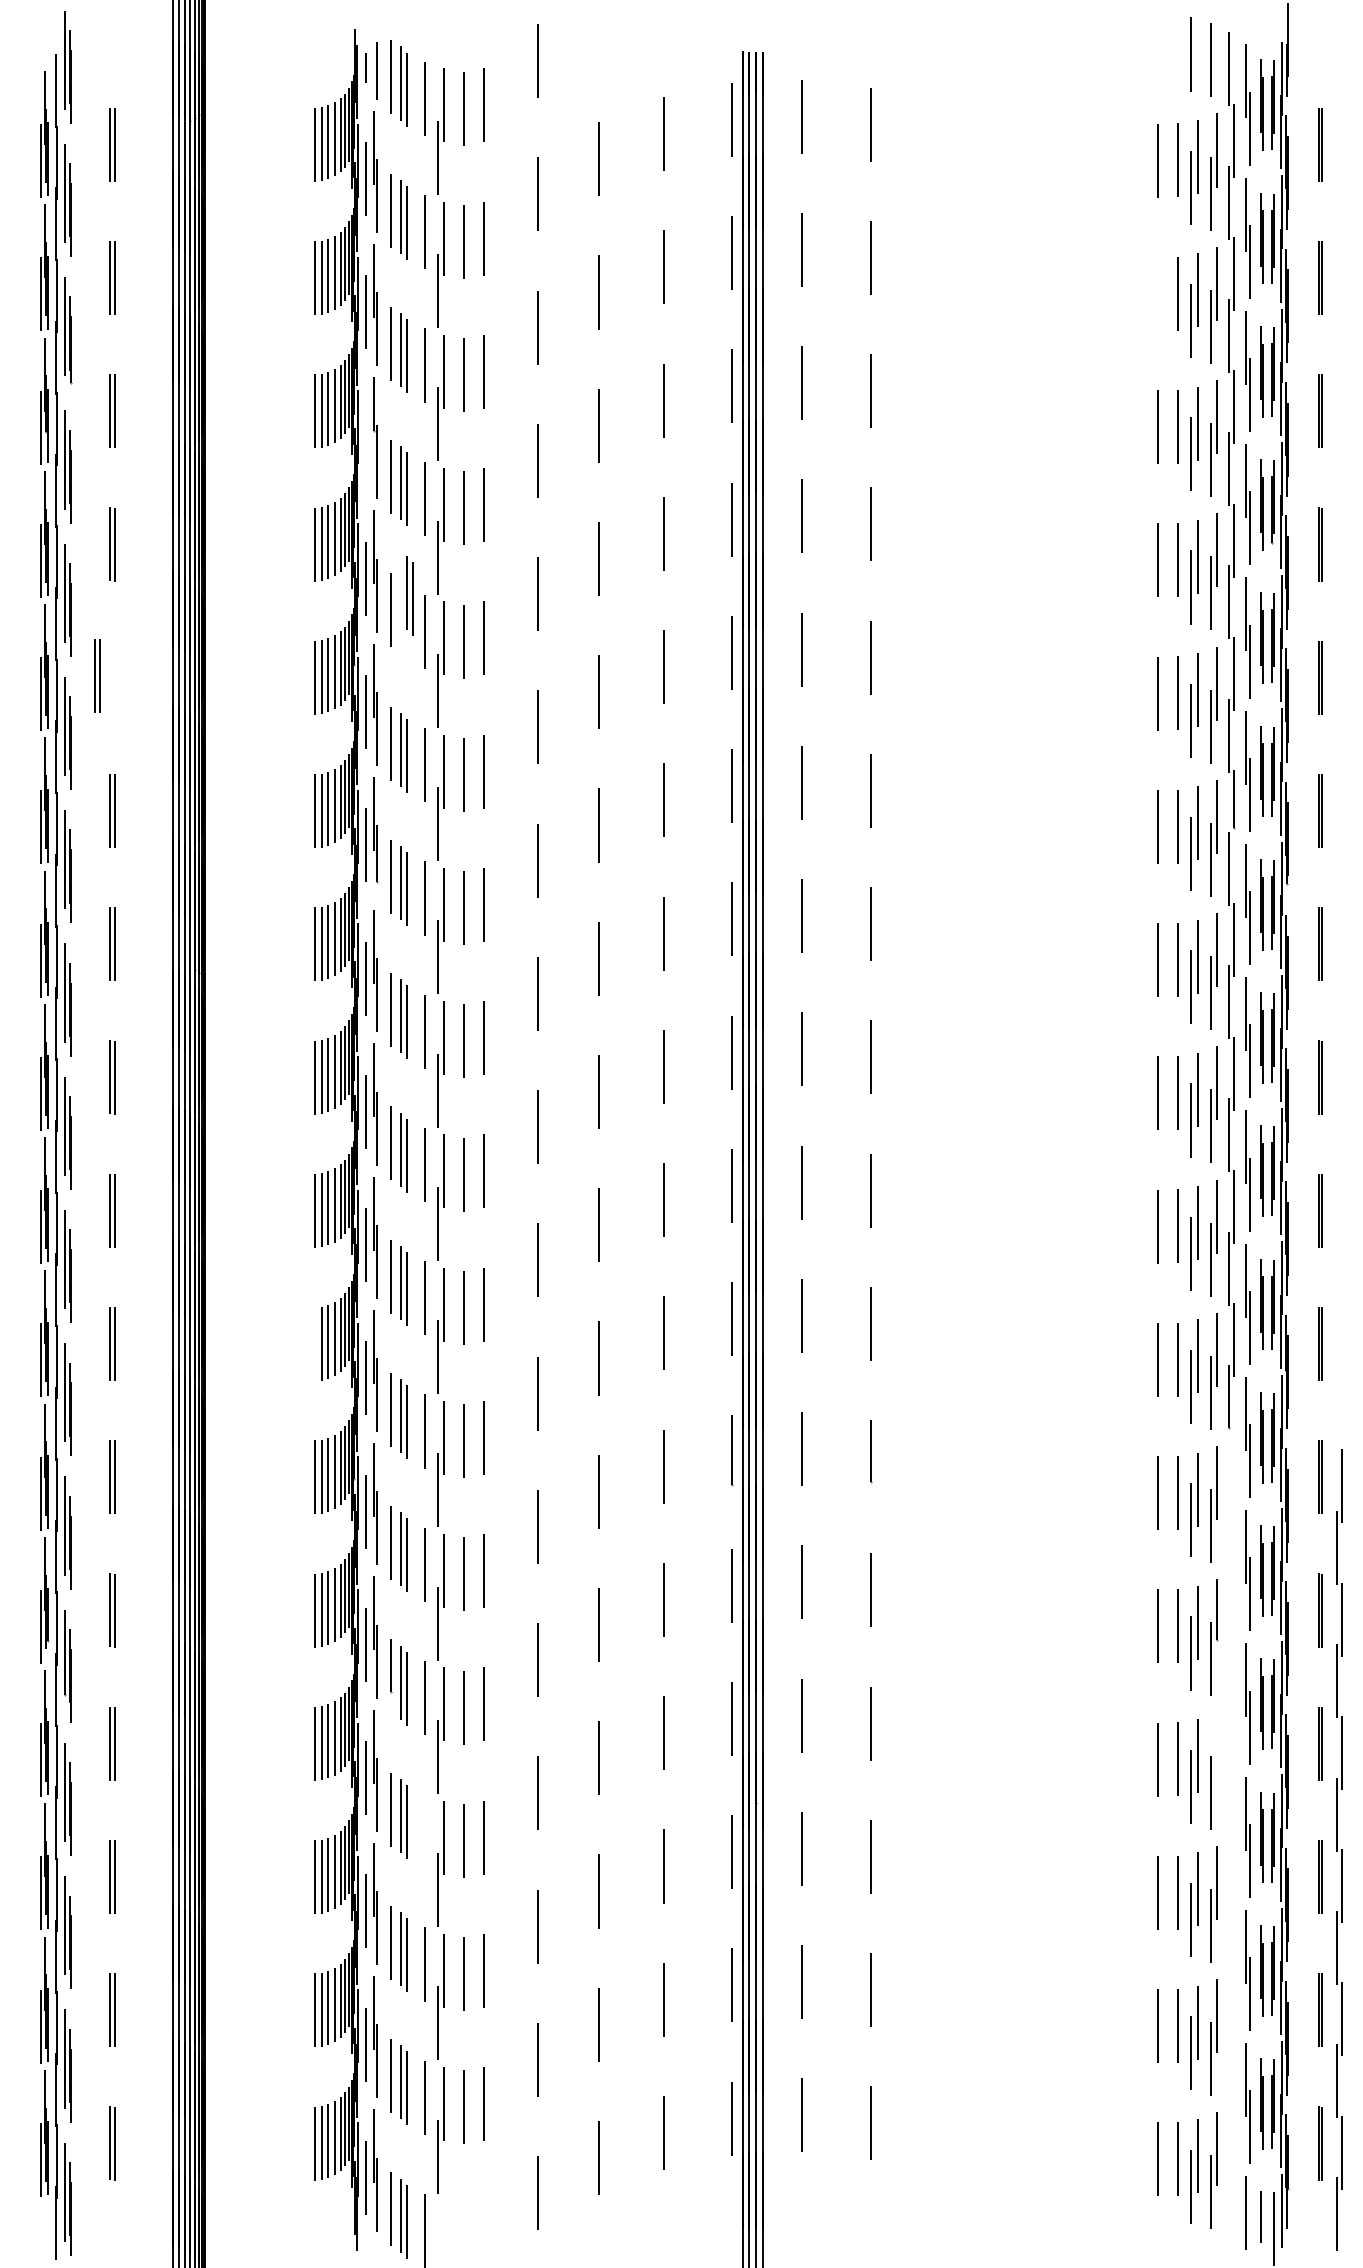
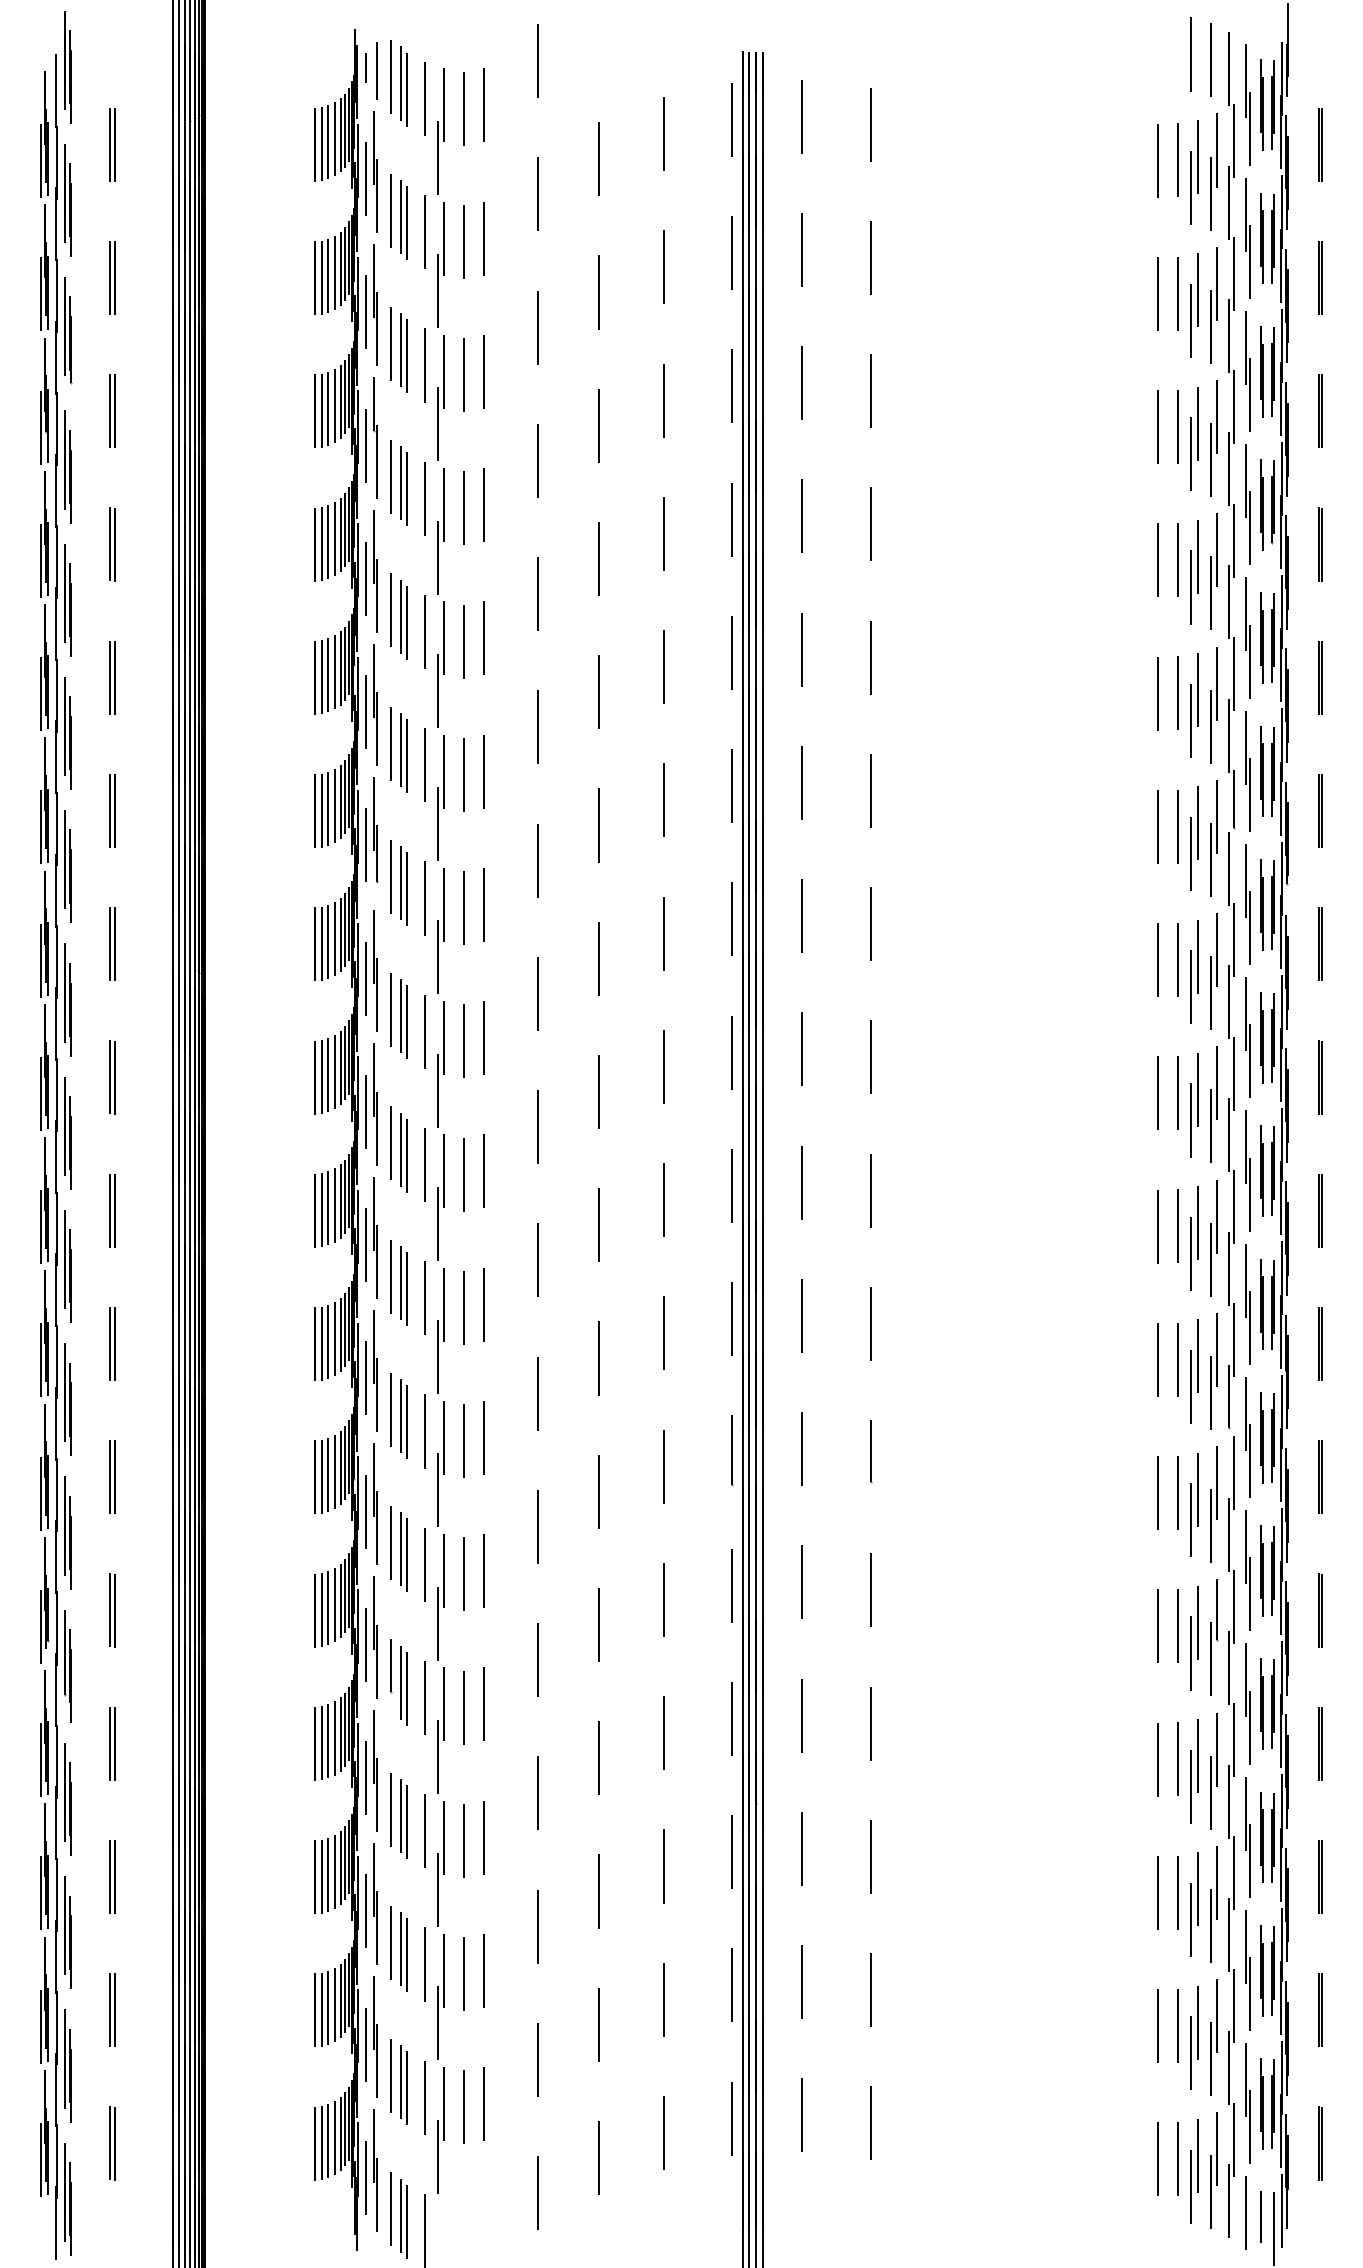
line at (1157, 293): none -> present
line at (366, 445): none -> present
part at (409, 595) position: (409, 595) -> (403, 619)
part at (97, 675) position: (97, 675) -> (112, 677)
line at (314, 1344): none -> present
line at (1216, 1749): none -> present
line at (424, 1831): none -> present
part at (1339, 1849) position: (1339, 1849) -> (1231, 1836)
